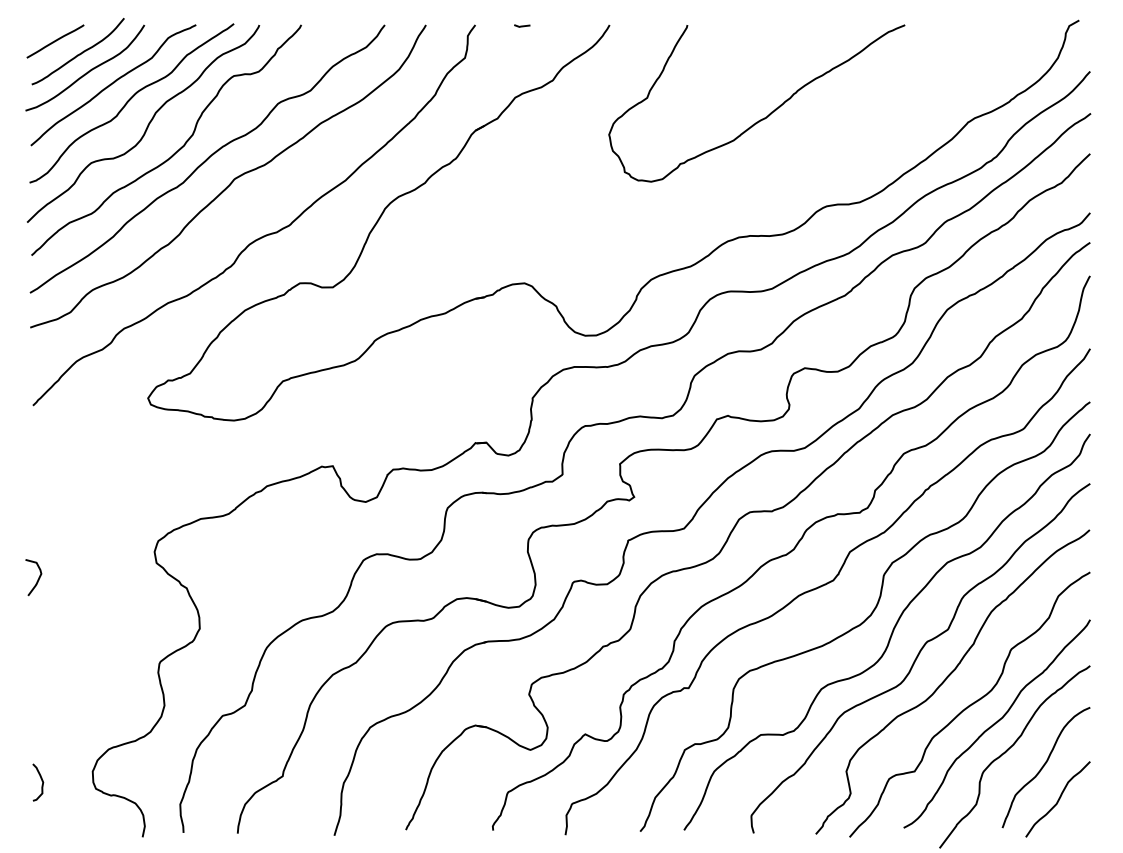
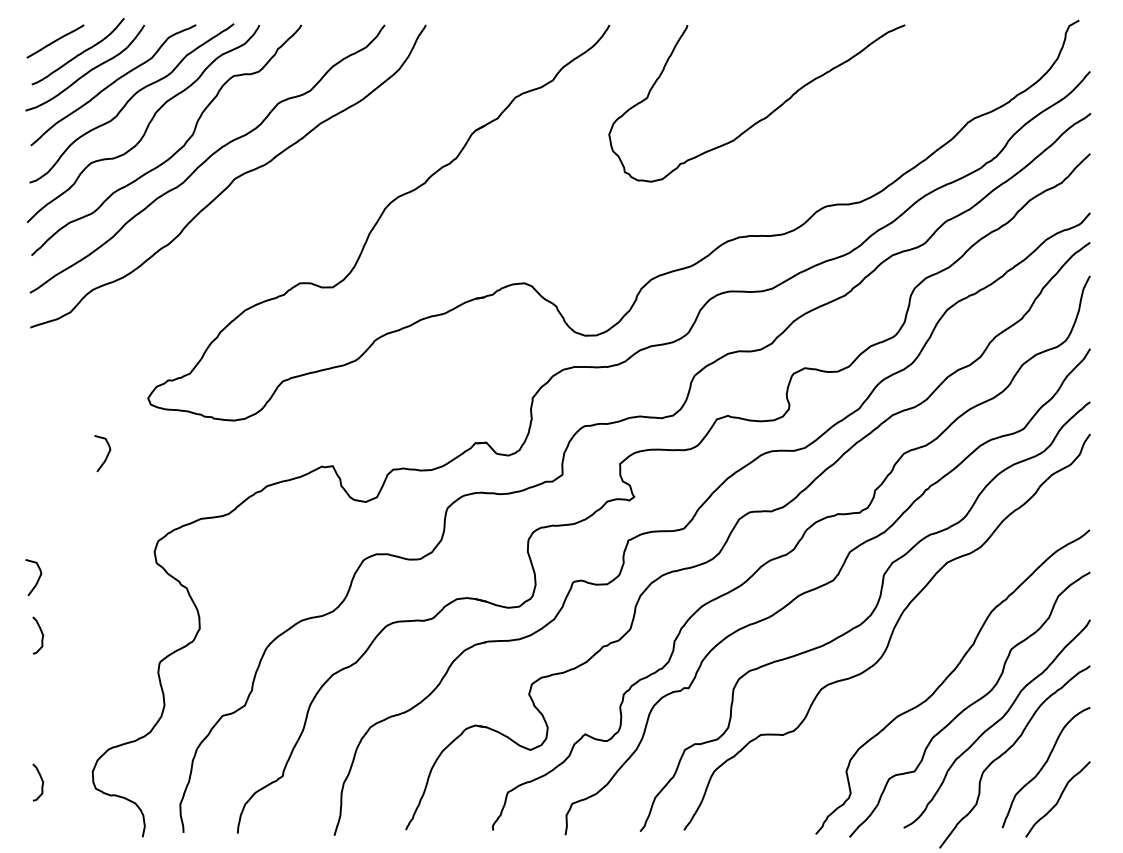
line at (522, 25): present -> none
curve at (263, 235): present -> none
curve at (106, 455): none -> present
curve at (41, 634): none -> present
curve at (918, 656): present -> none
